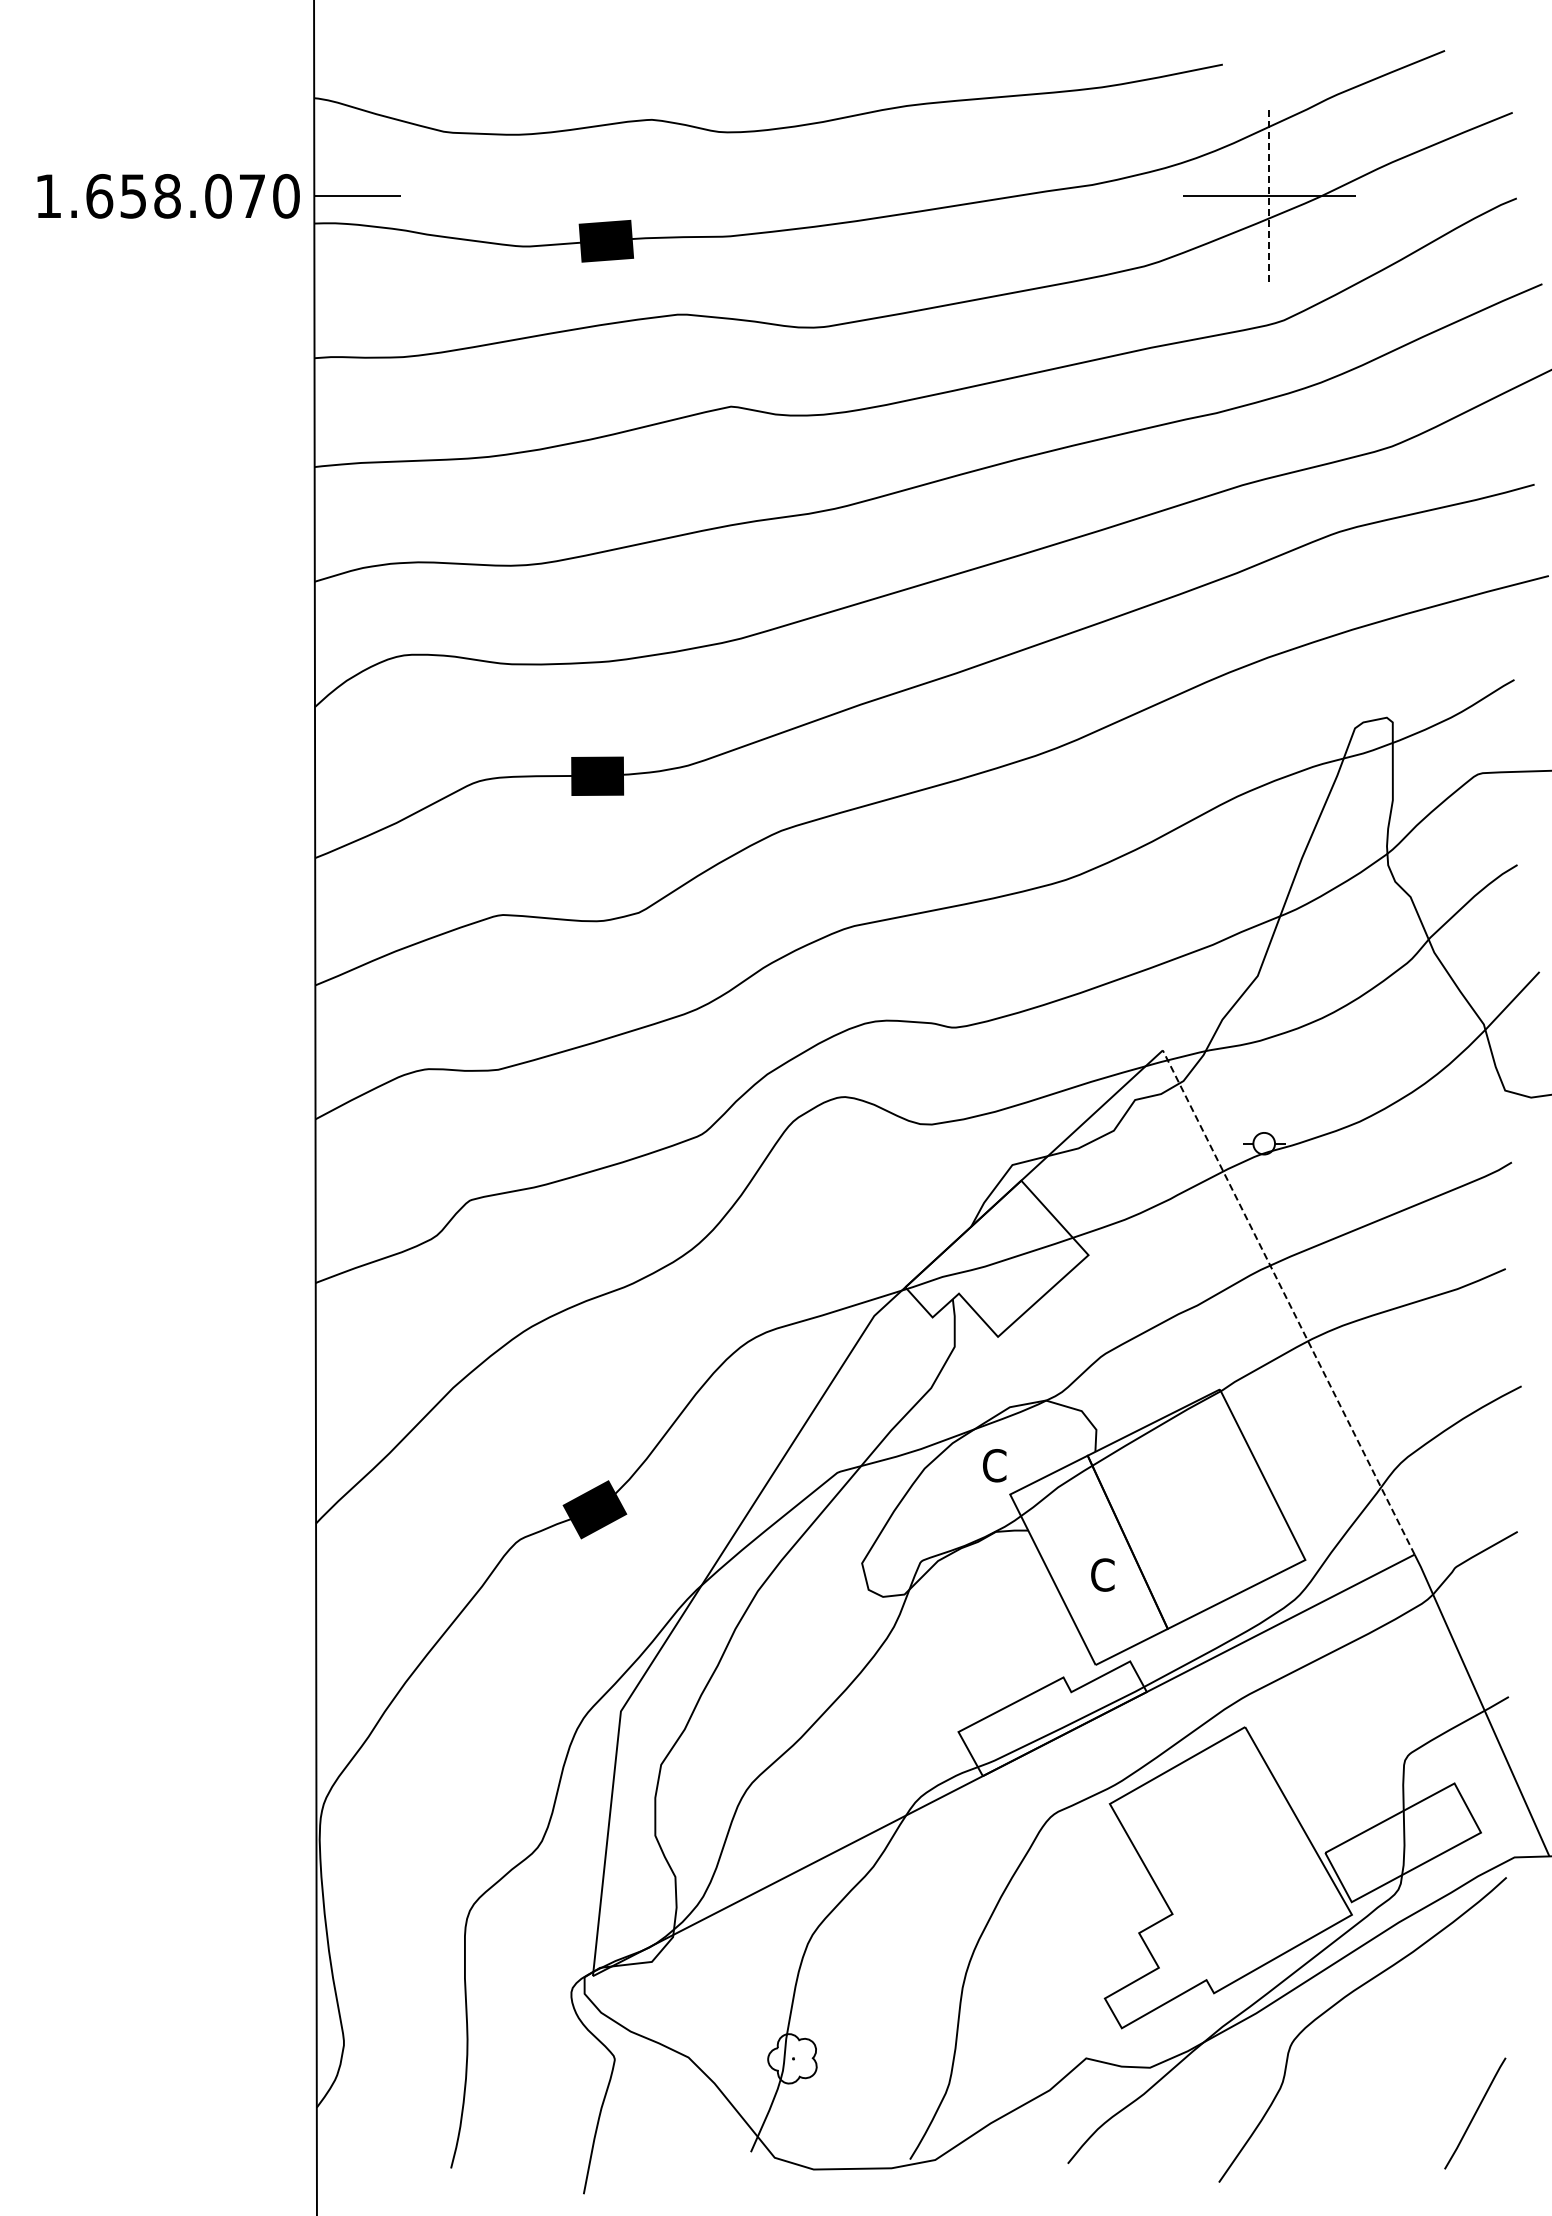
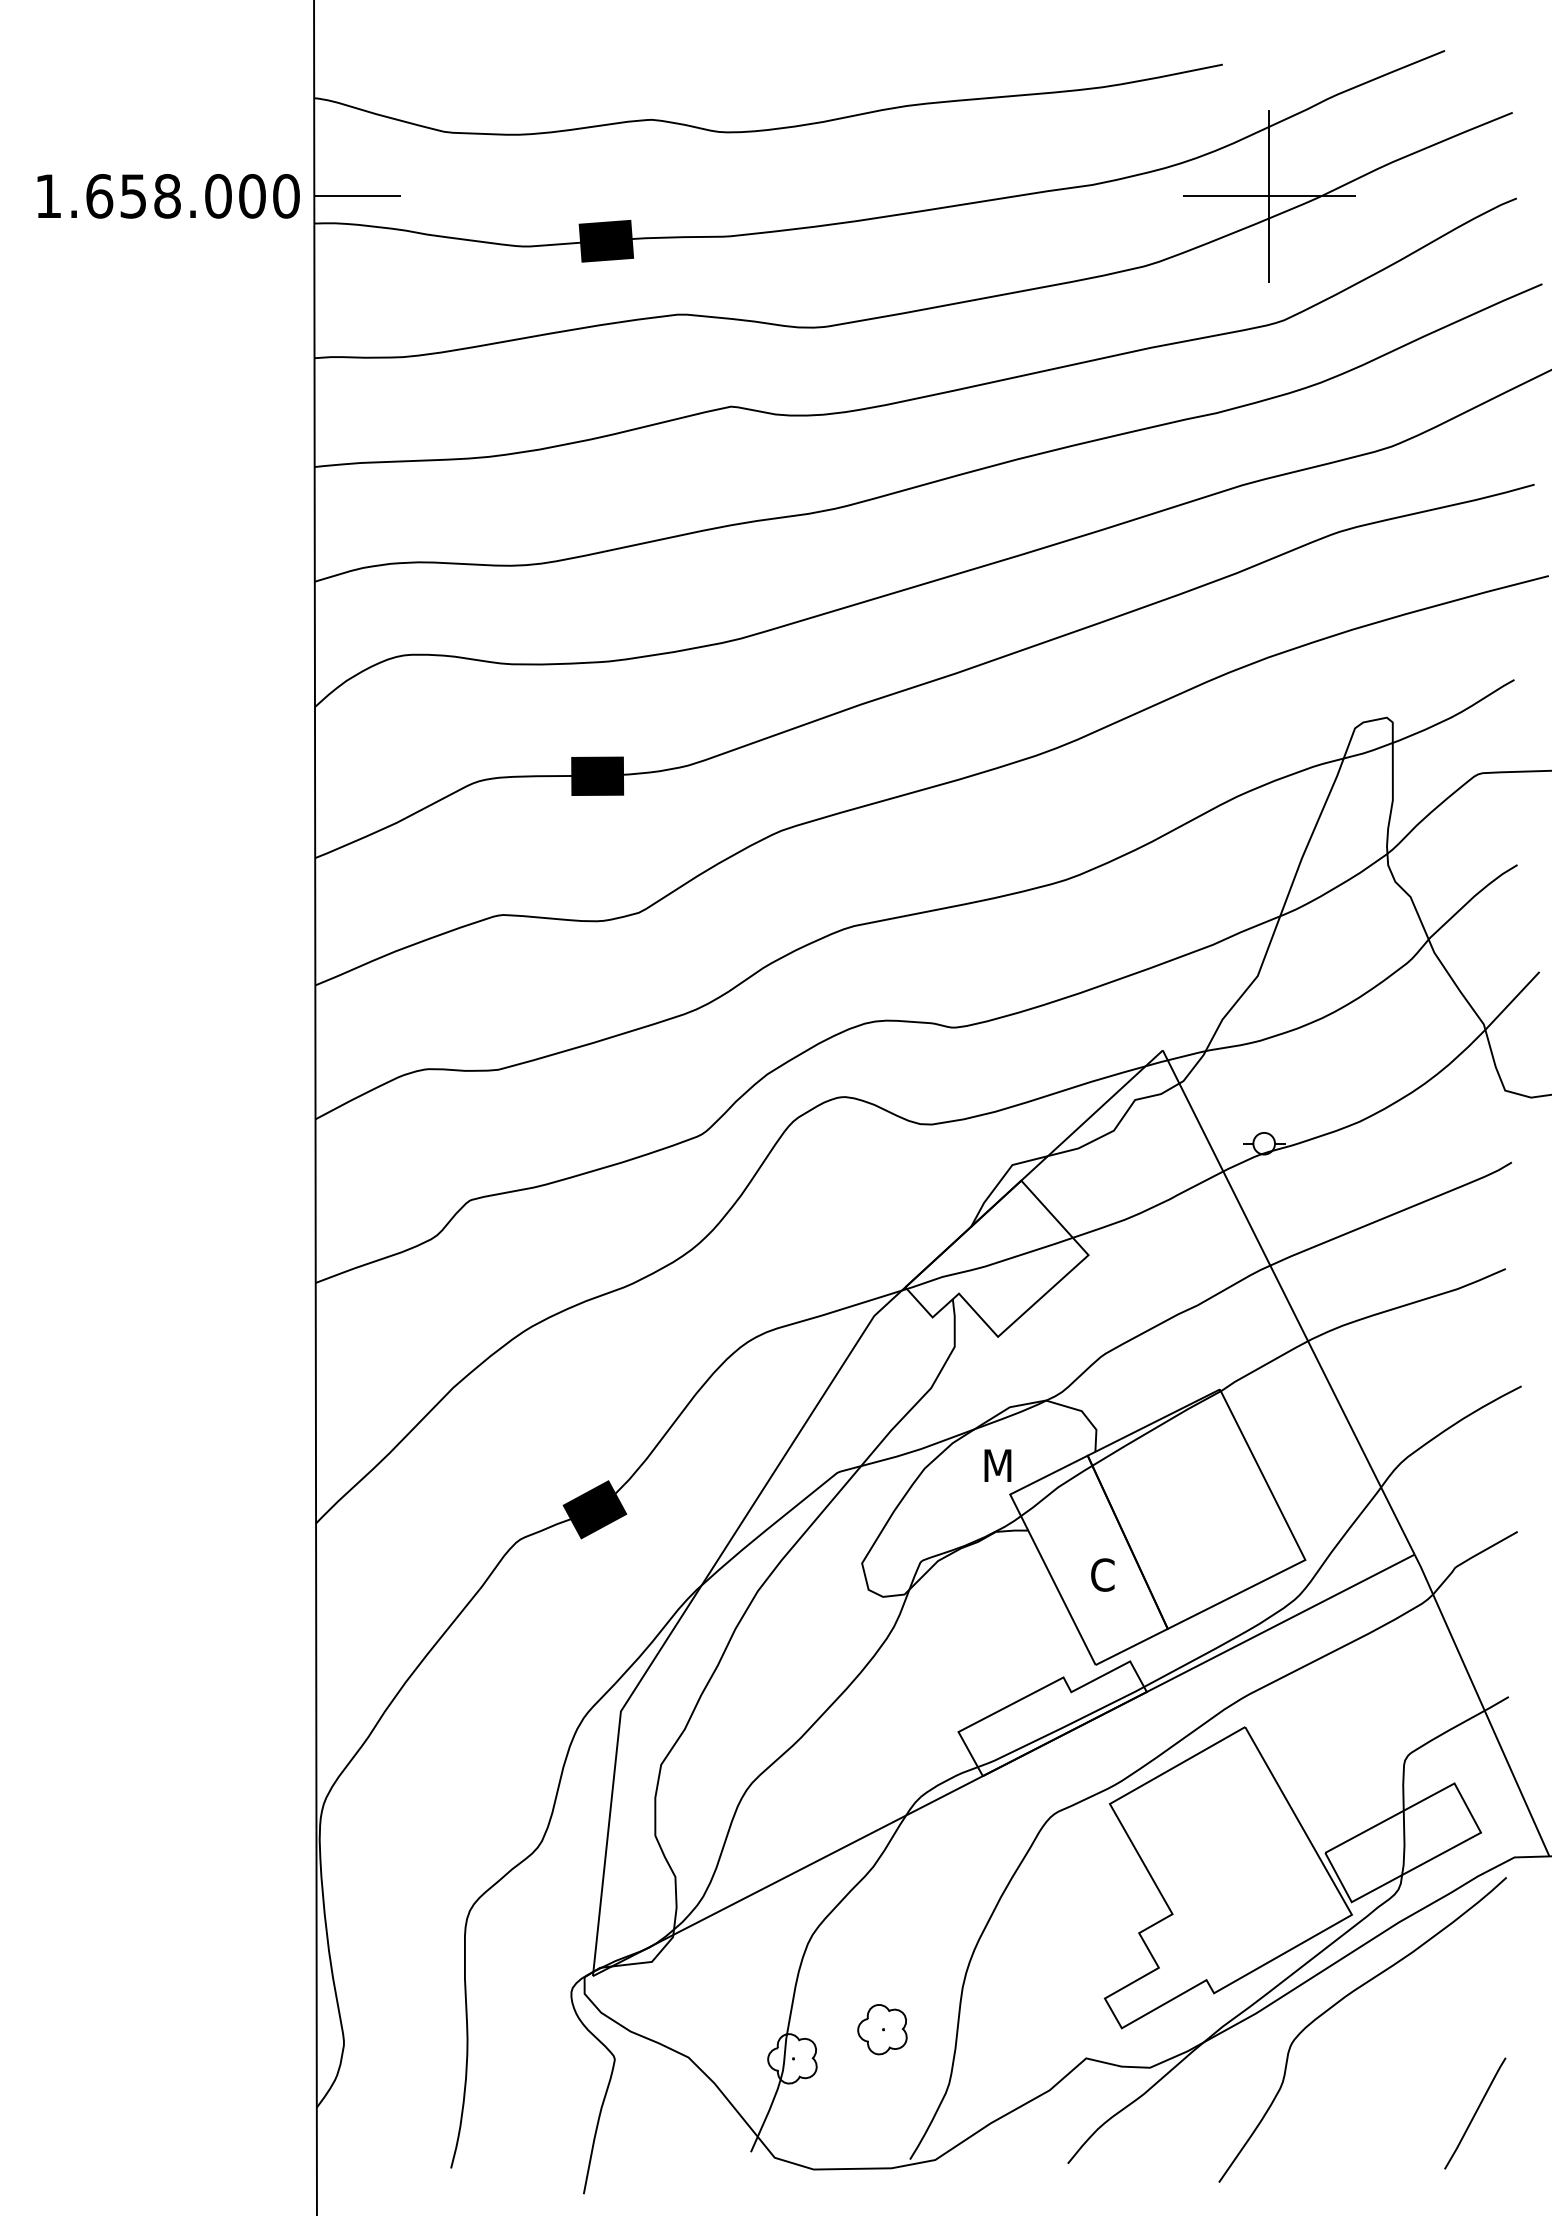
text at (252, 196): 1.658.070 -> 1.658.000
line at (1269, 196): dashed -> solid
line at (1288, 1302): dashed -> solid
text at (997, 1465): C -> M
part at (882, 2029): none -> present
